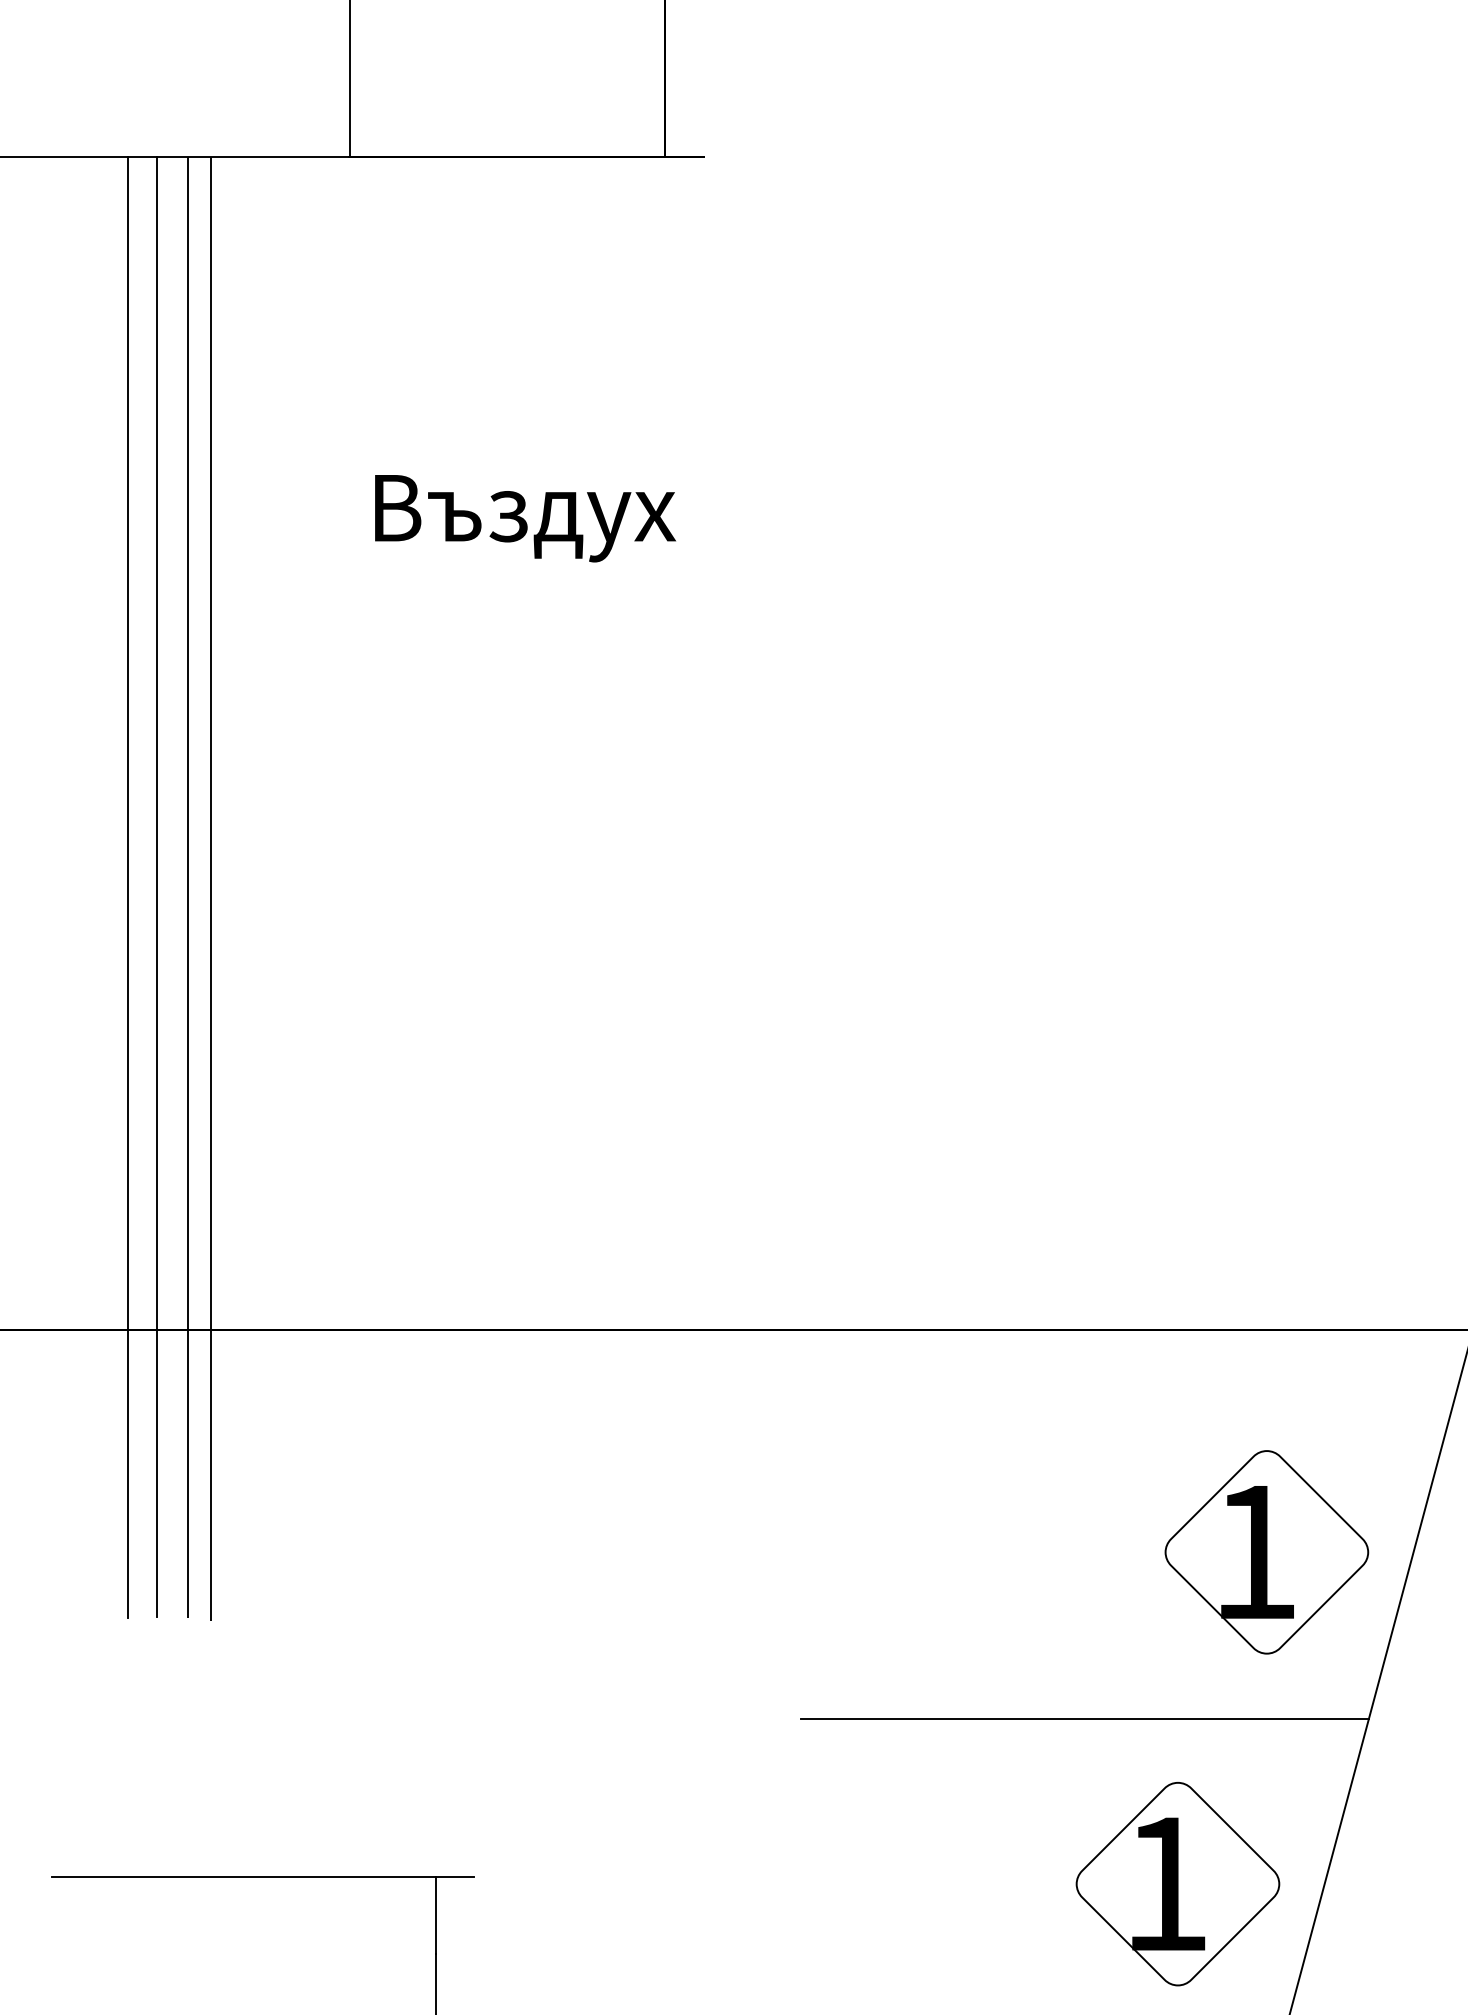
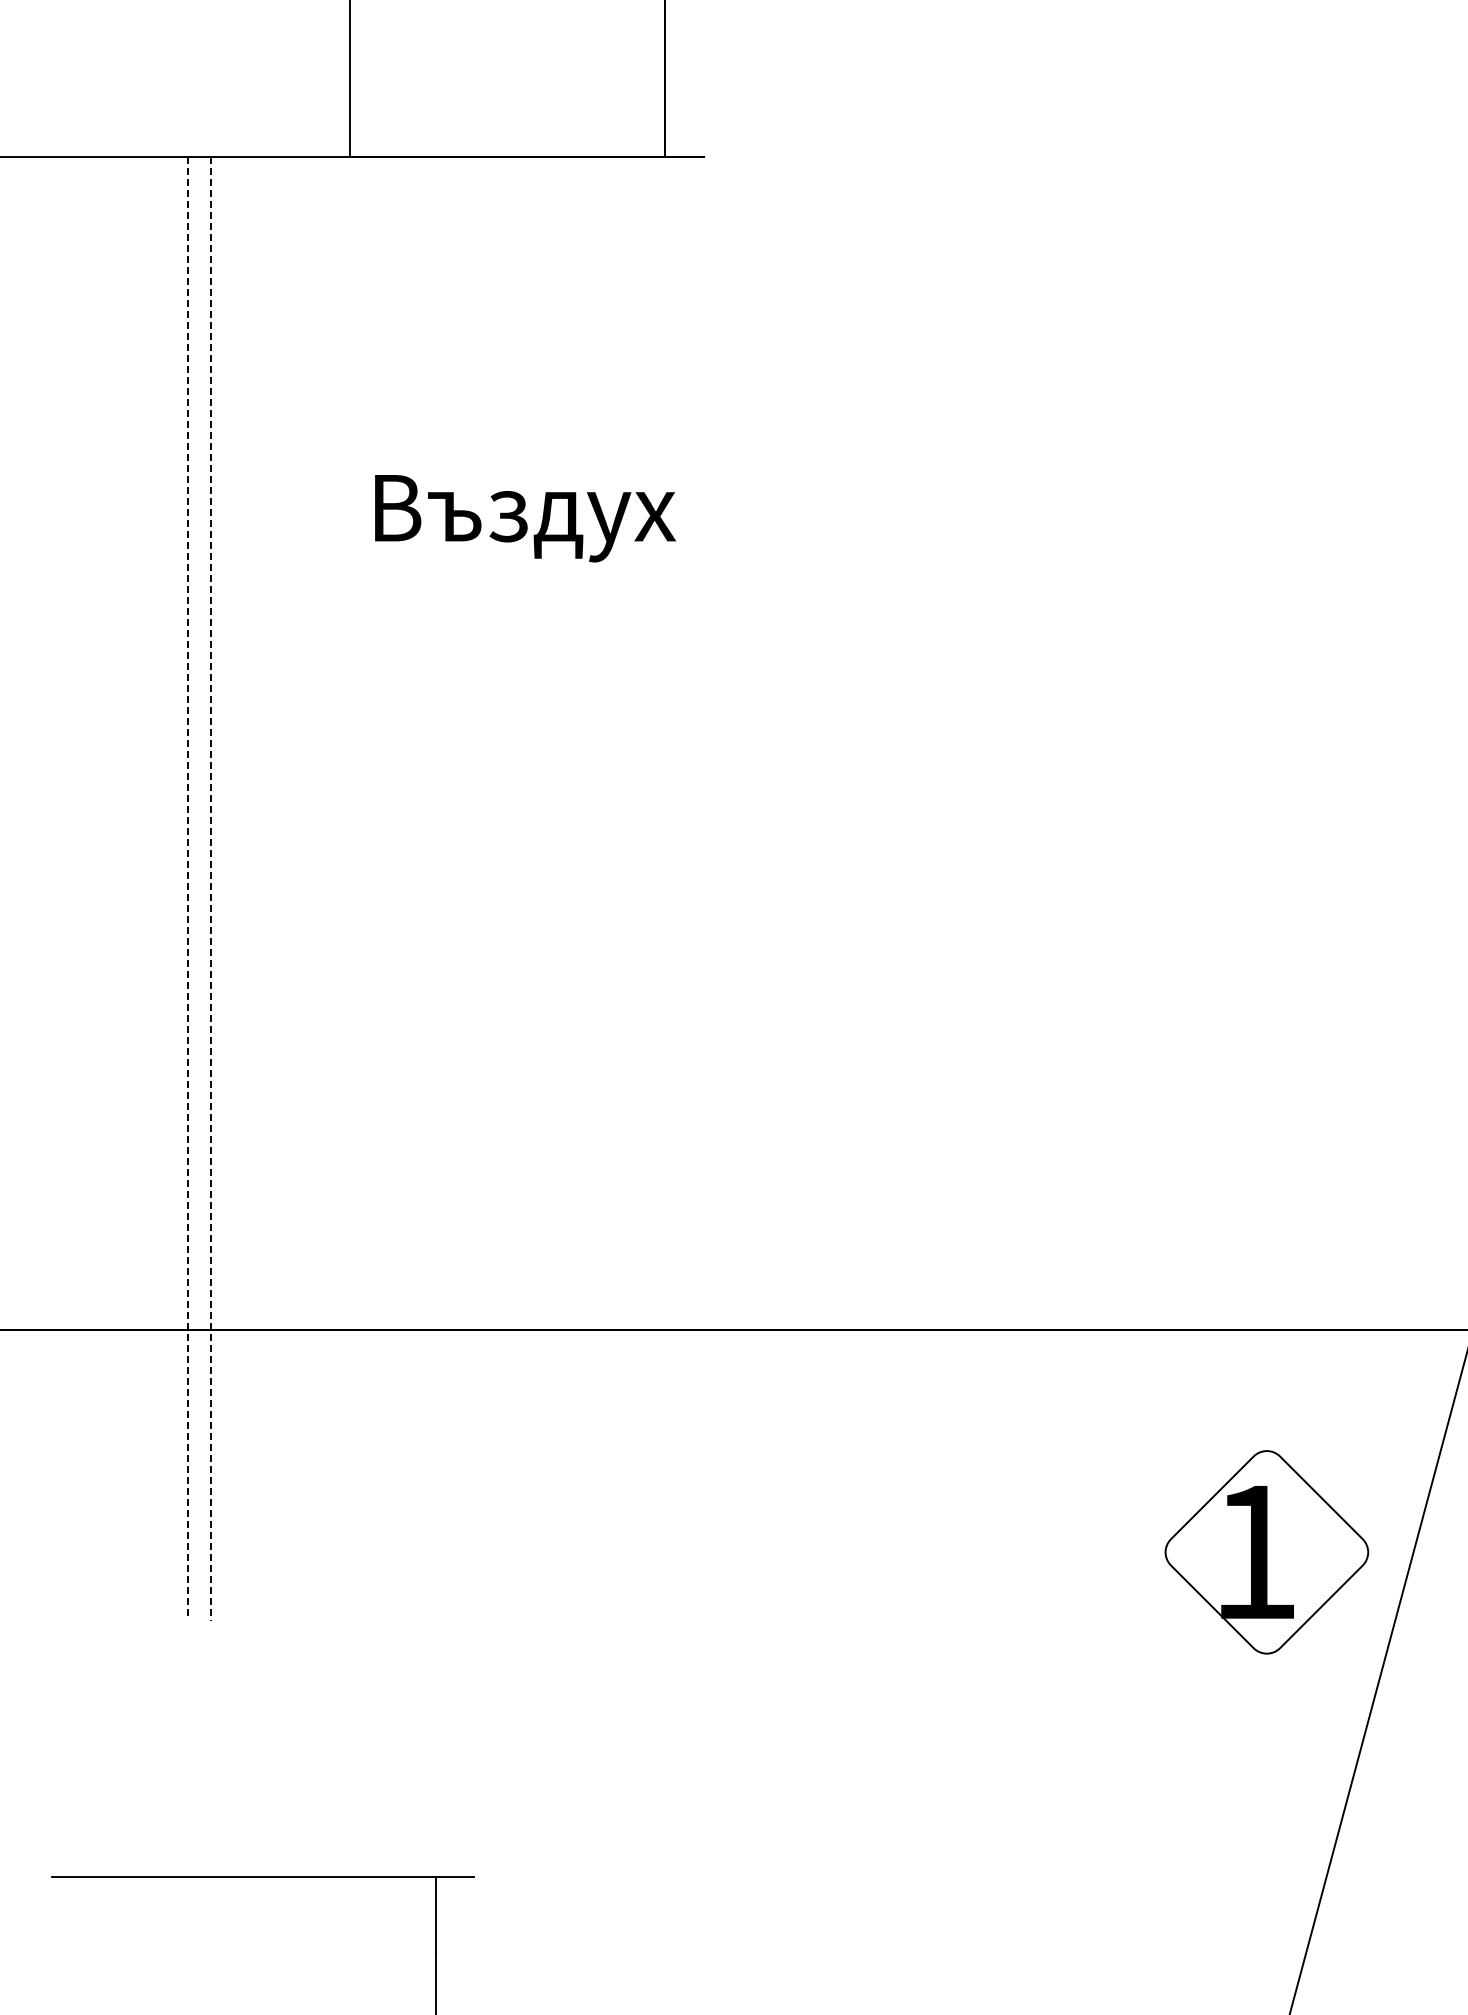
line at (128, 886): present -> none
line at (157, 886): present -> none
line at (187, 887): solid -> dashed
line at (211, 889): solid -> dashed
line at (1084, 1718): present -> none
part at (1177, 1884): present -> none
